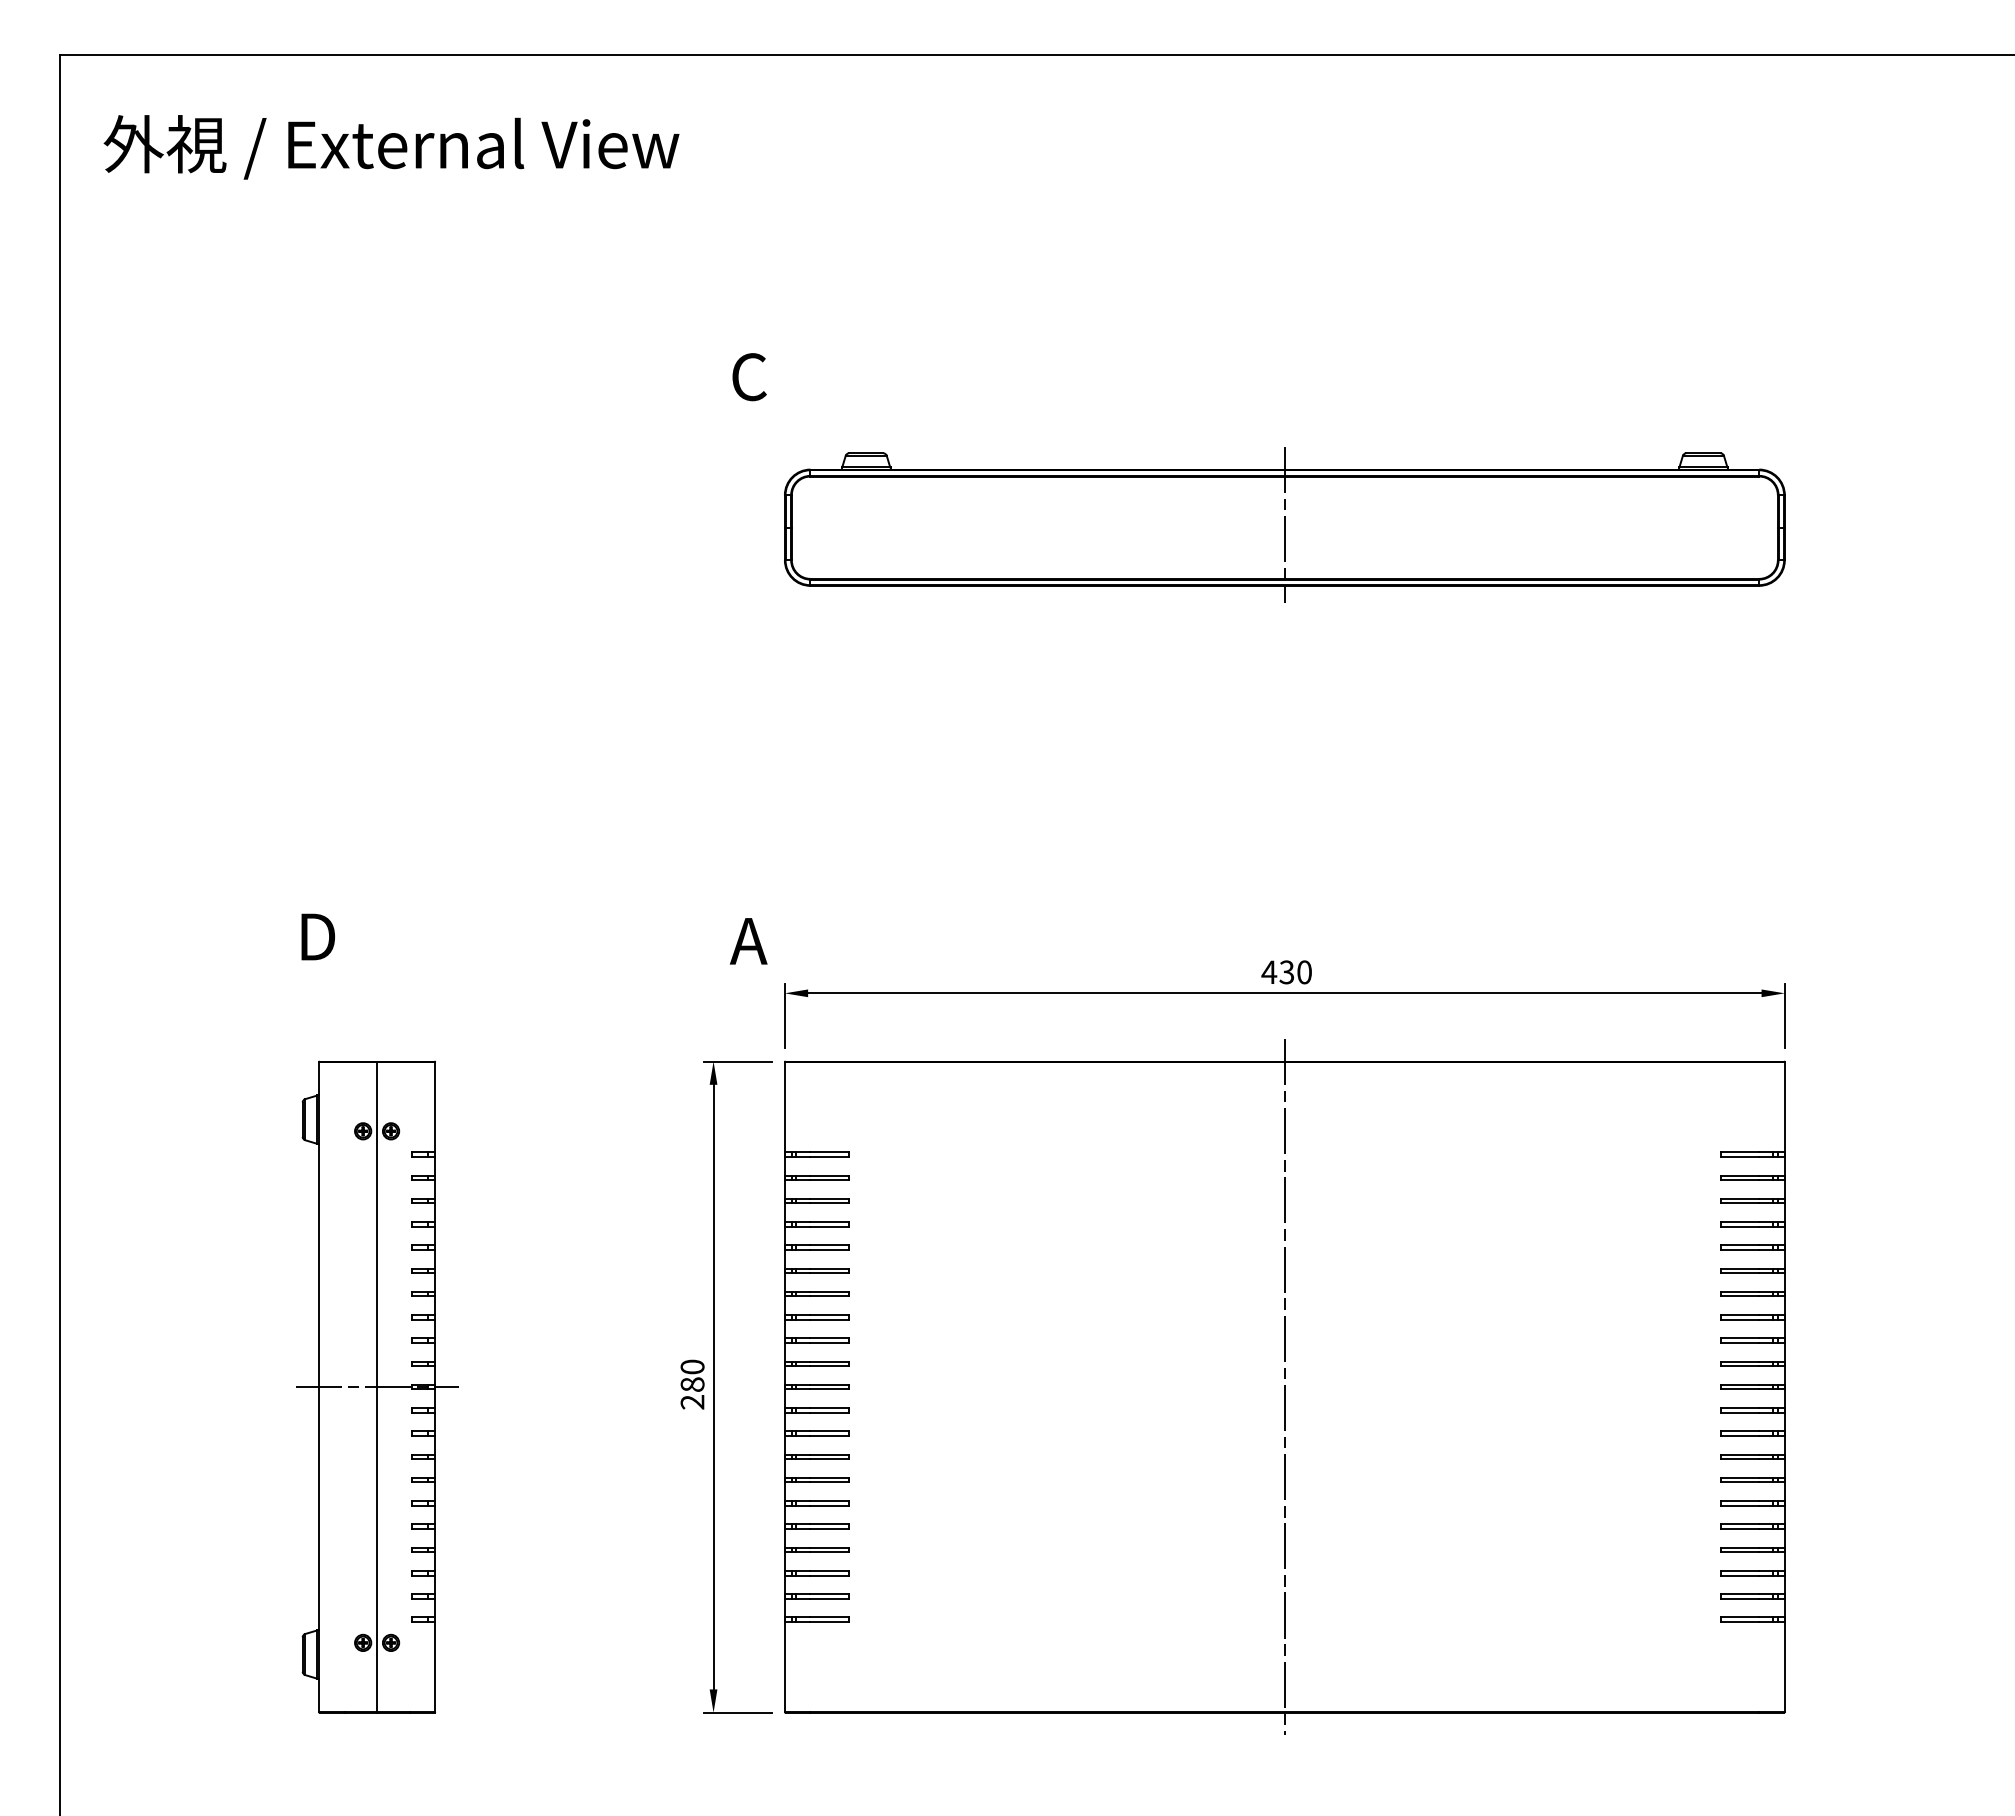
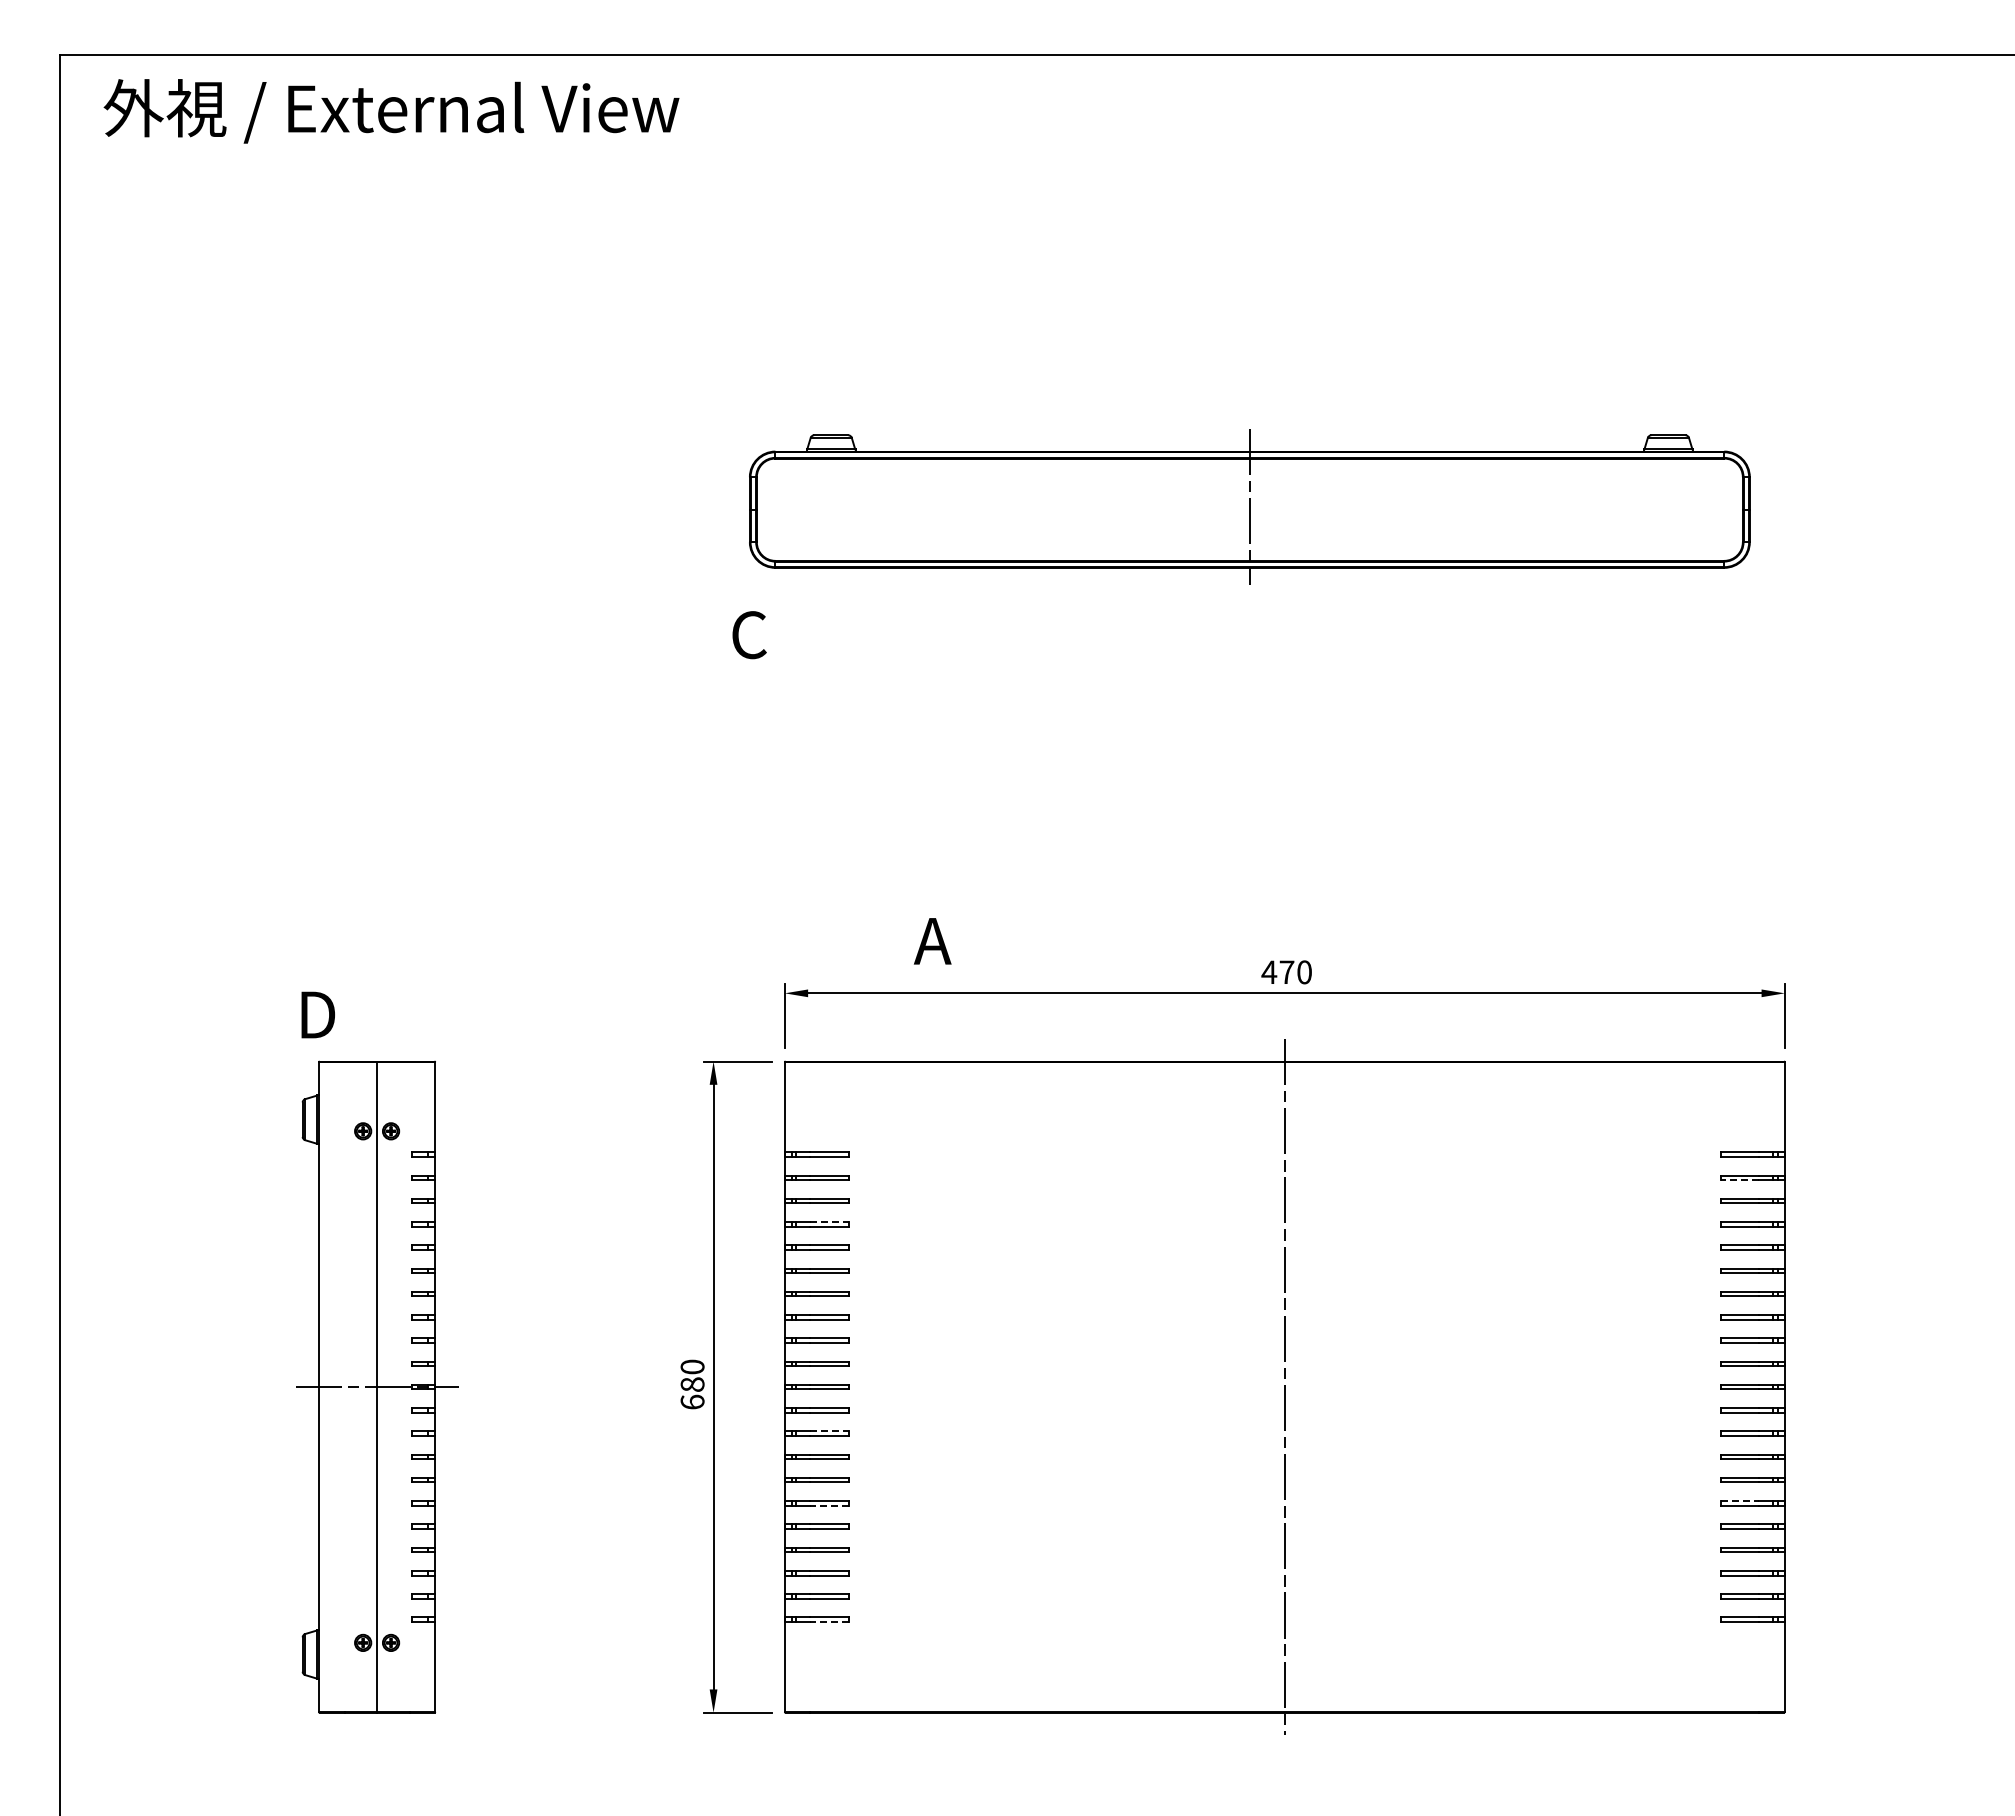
text at (391, 147) position: (391, 147) -> (391, 111)
text at (749, 377) position: (749, 377) -> (749, 635)
part at (1284, 524) position: (1284, 524) -> (1249, 506)
text at (317, 936) position: (317, 936) -> (317, 1014)
text at (748, 941) position: (748, 941) -> (932, 941)
text at (1286, 972): 430 -> 470
line at (1739, 1180): solid -> dashed
line at (830, 1222): solid -> dashed
text at (692, 1401): 280 -> 680
line at (830, 1431): solid -> dashed
line at (1740, 1501): solid -> dashed
line at (829, 1505): solid -> dashed
line at (829, 1622): solid -> dashed
